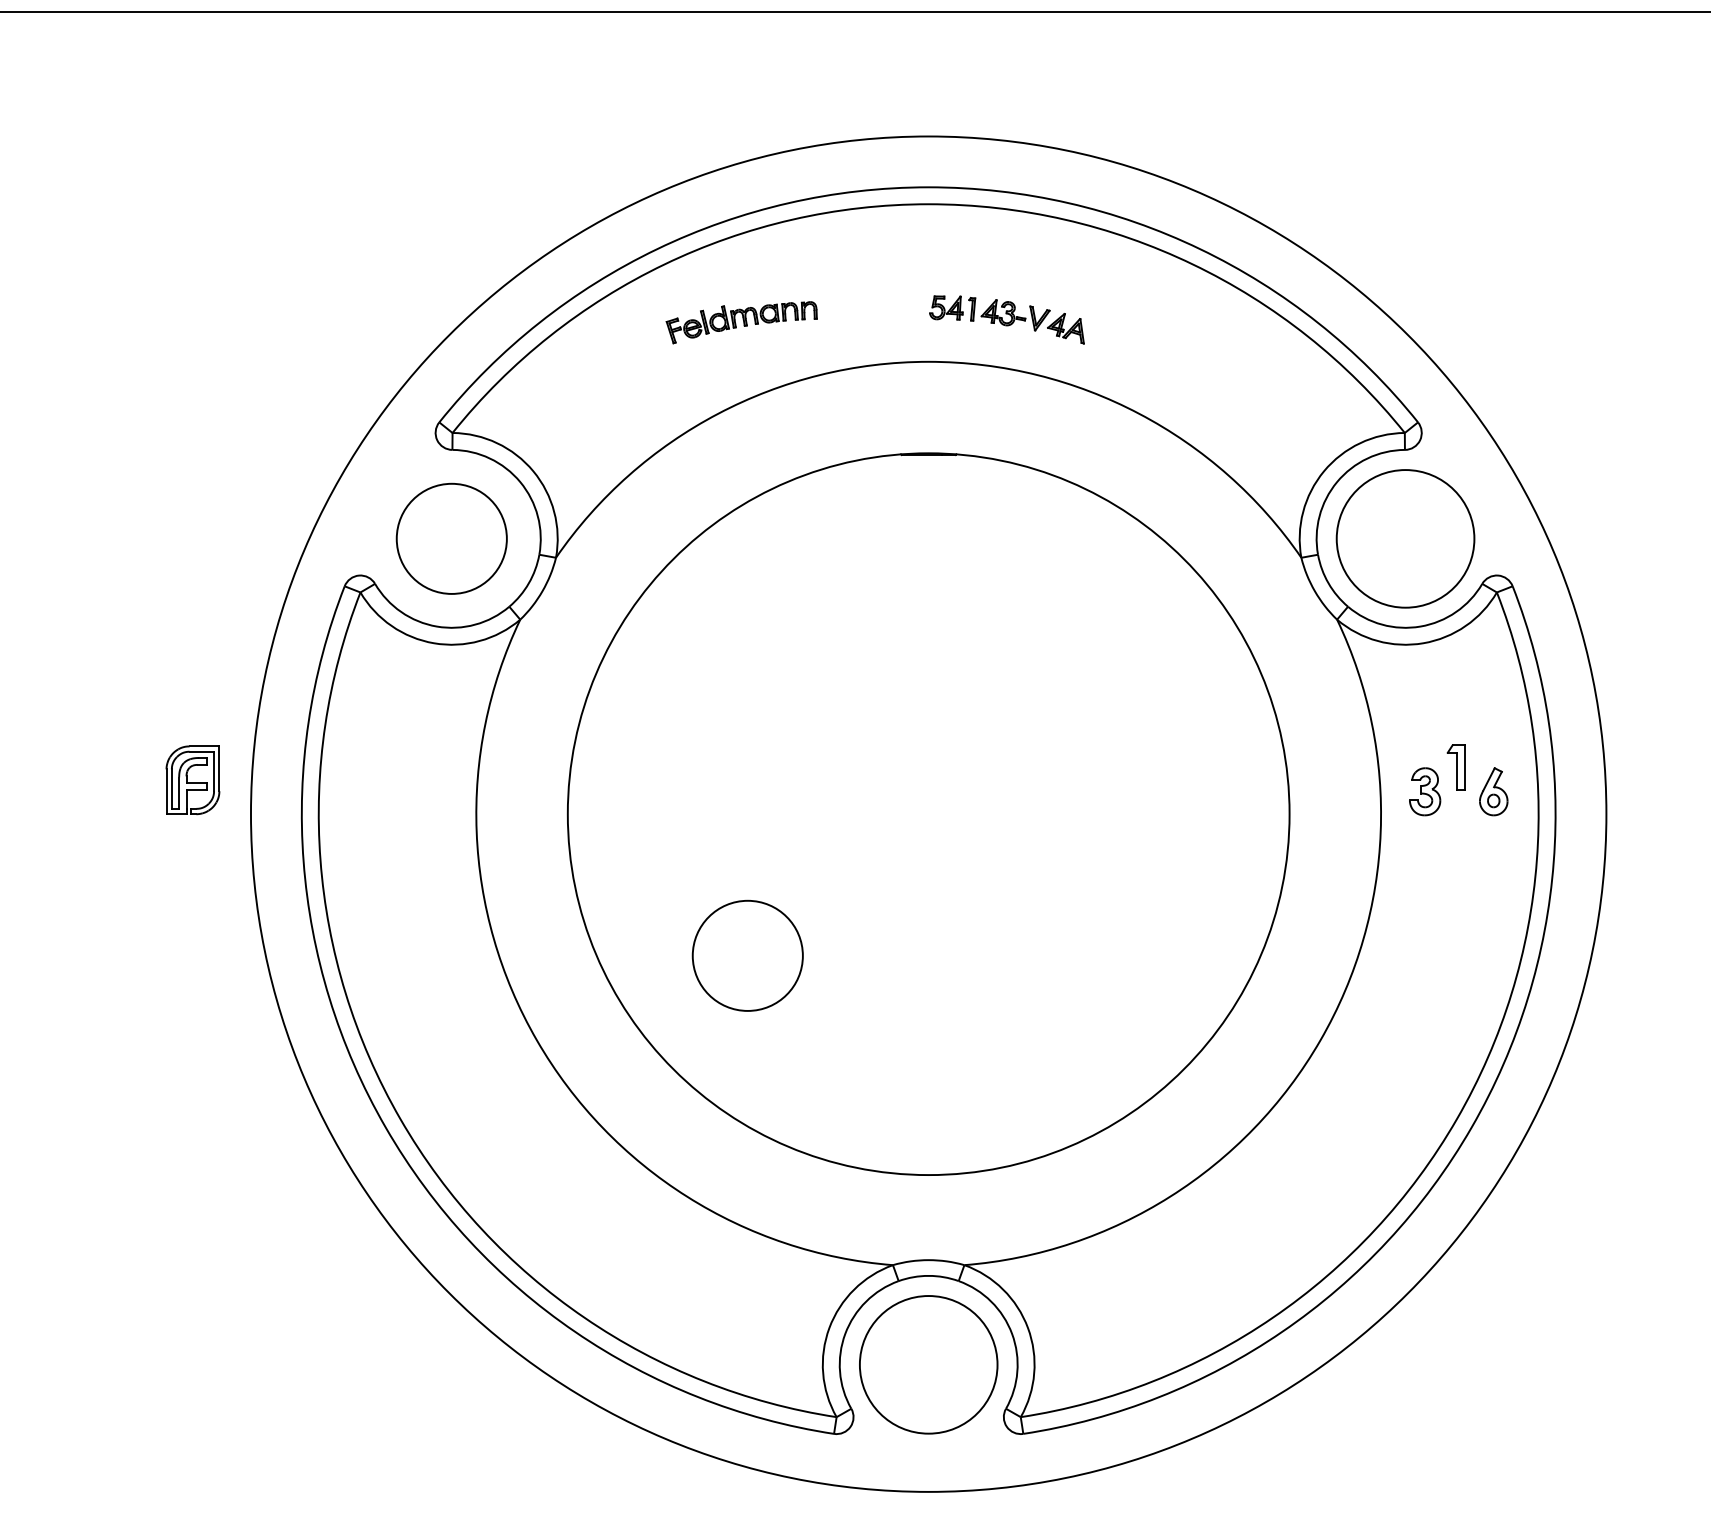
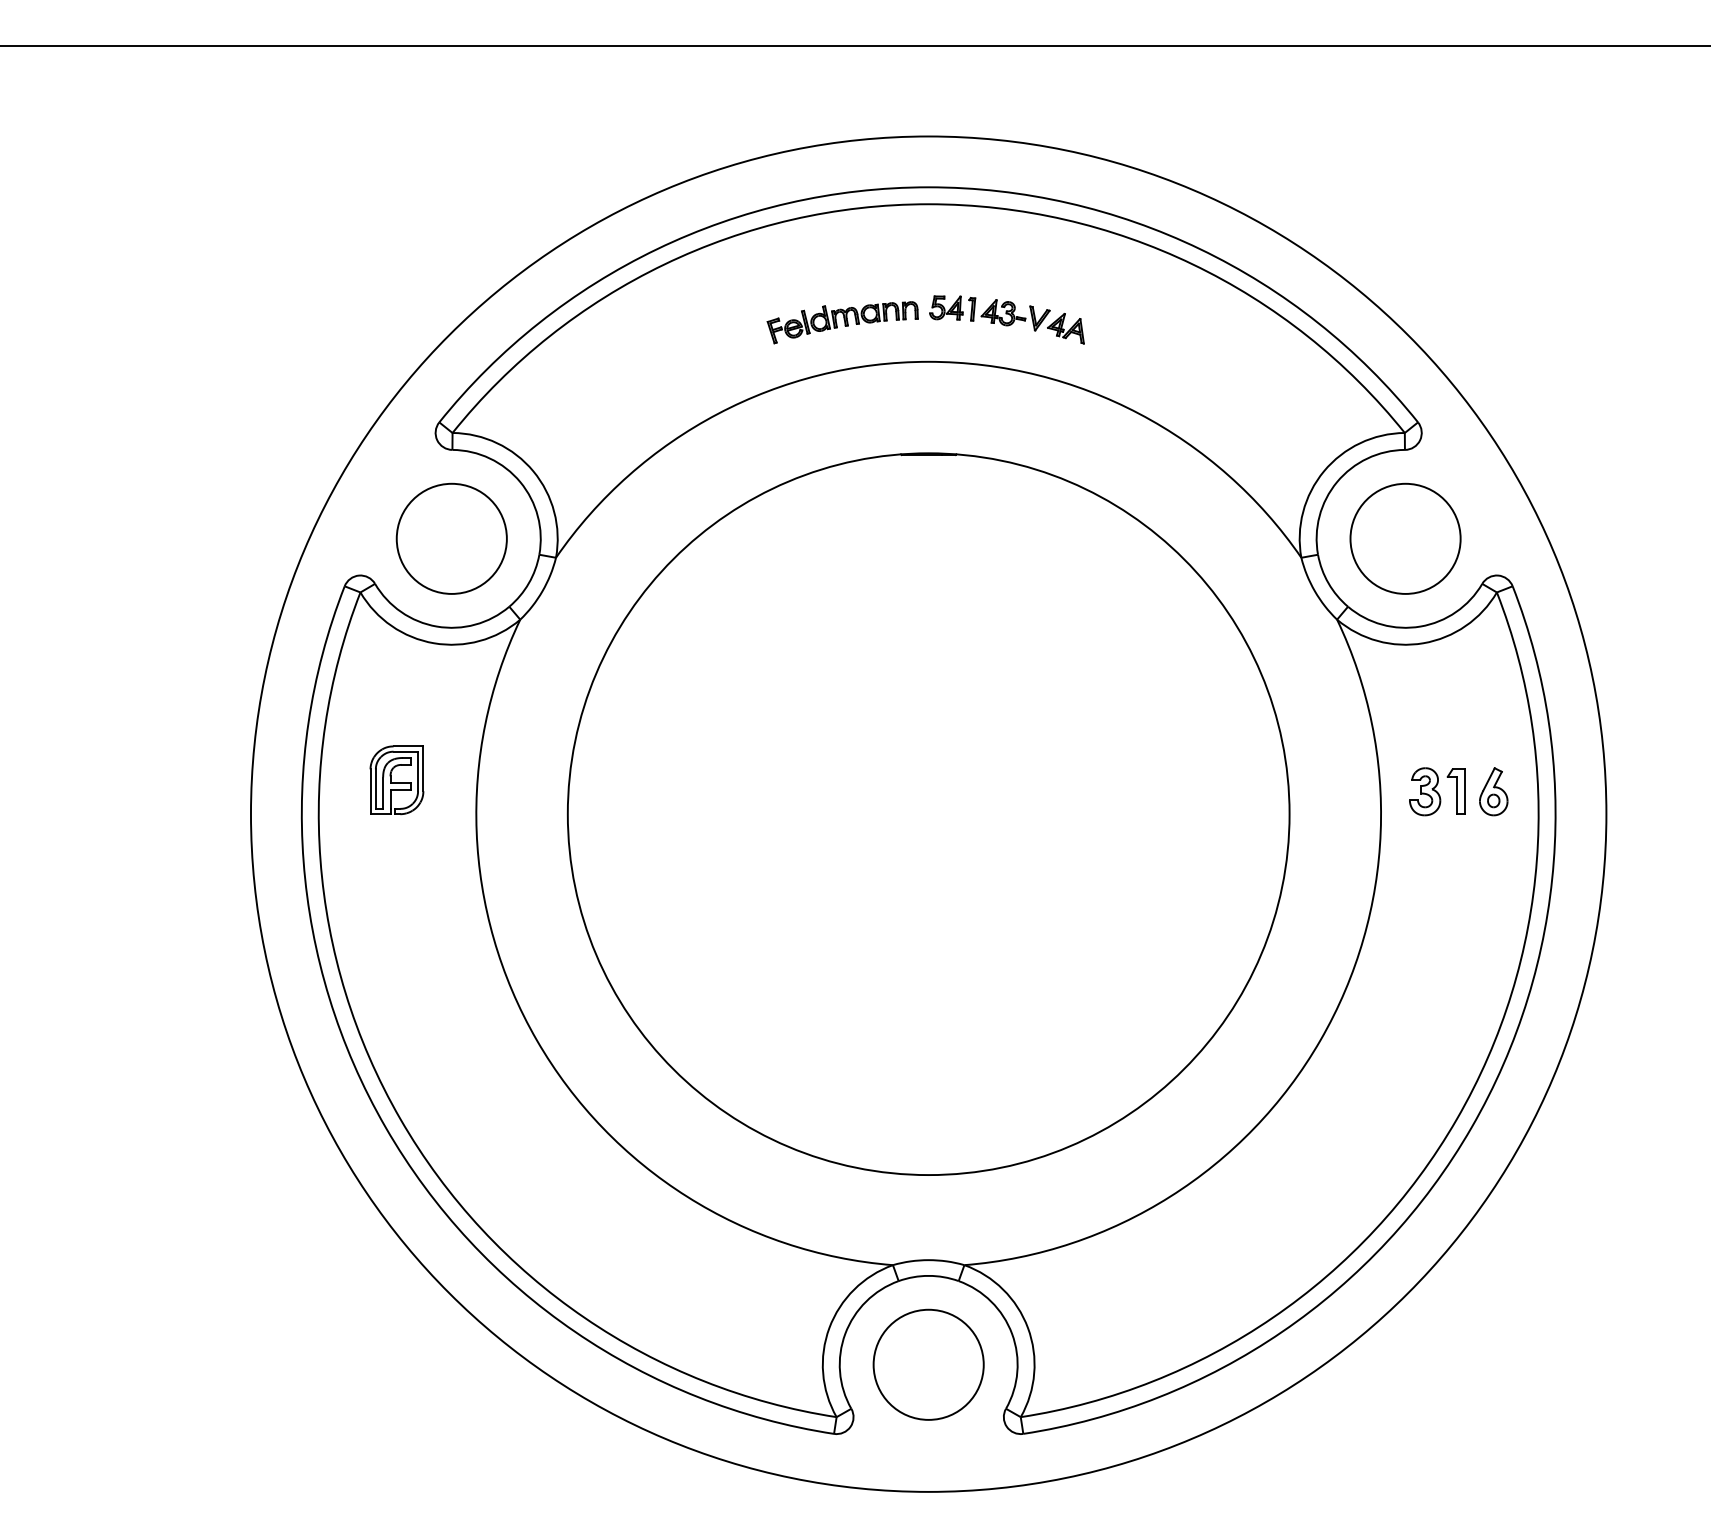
line at (854, 12) position: (854, 12) -> (854, 46)
part at (741, 322) position: (741, 322) -> (842, 322)
circle at (1405, 538) diameter: 138 px -> 110 px
part at (1455, 767) position: (1455, 767) -> (1455, 791)
part at (192, 780) position: (192, 780) -> (396, 780)
circle at (747, 955): present -> none
circle at (928, 1364) diameter: 138 px -> 110 px
